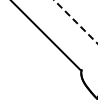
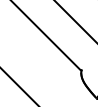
line at (75, 21): dashed -> solid
line at (19, 86): none -> present
